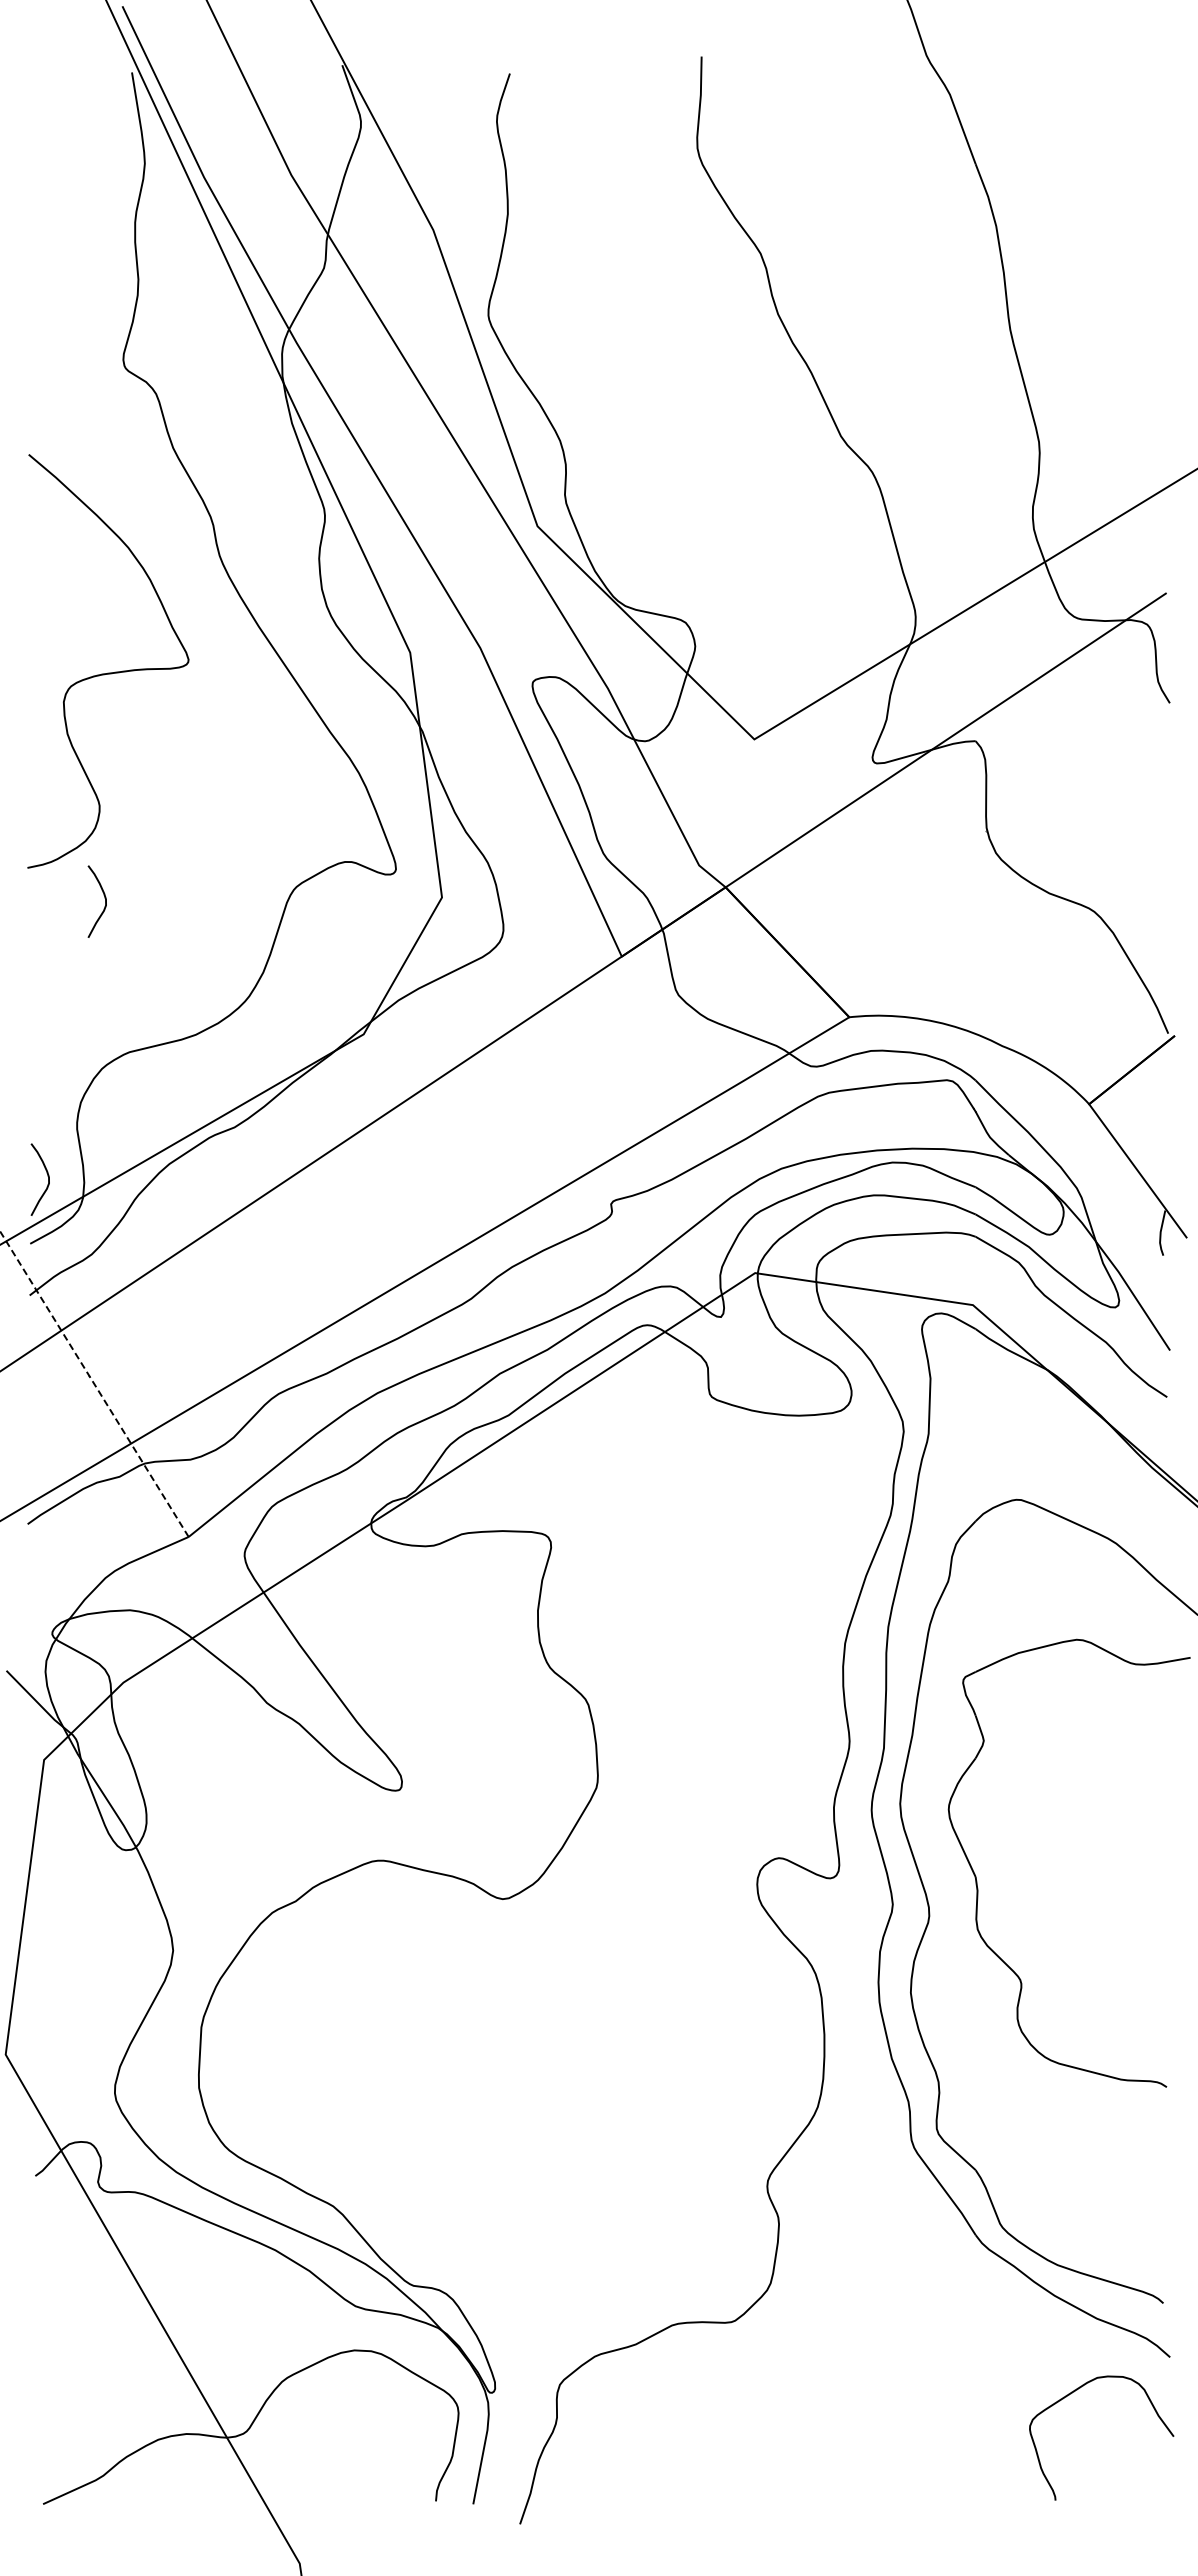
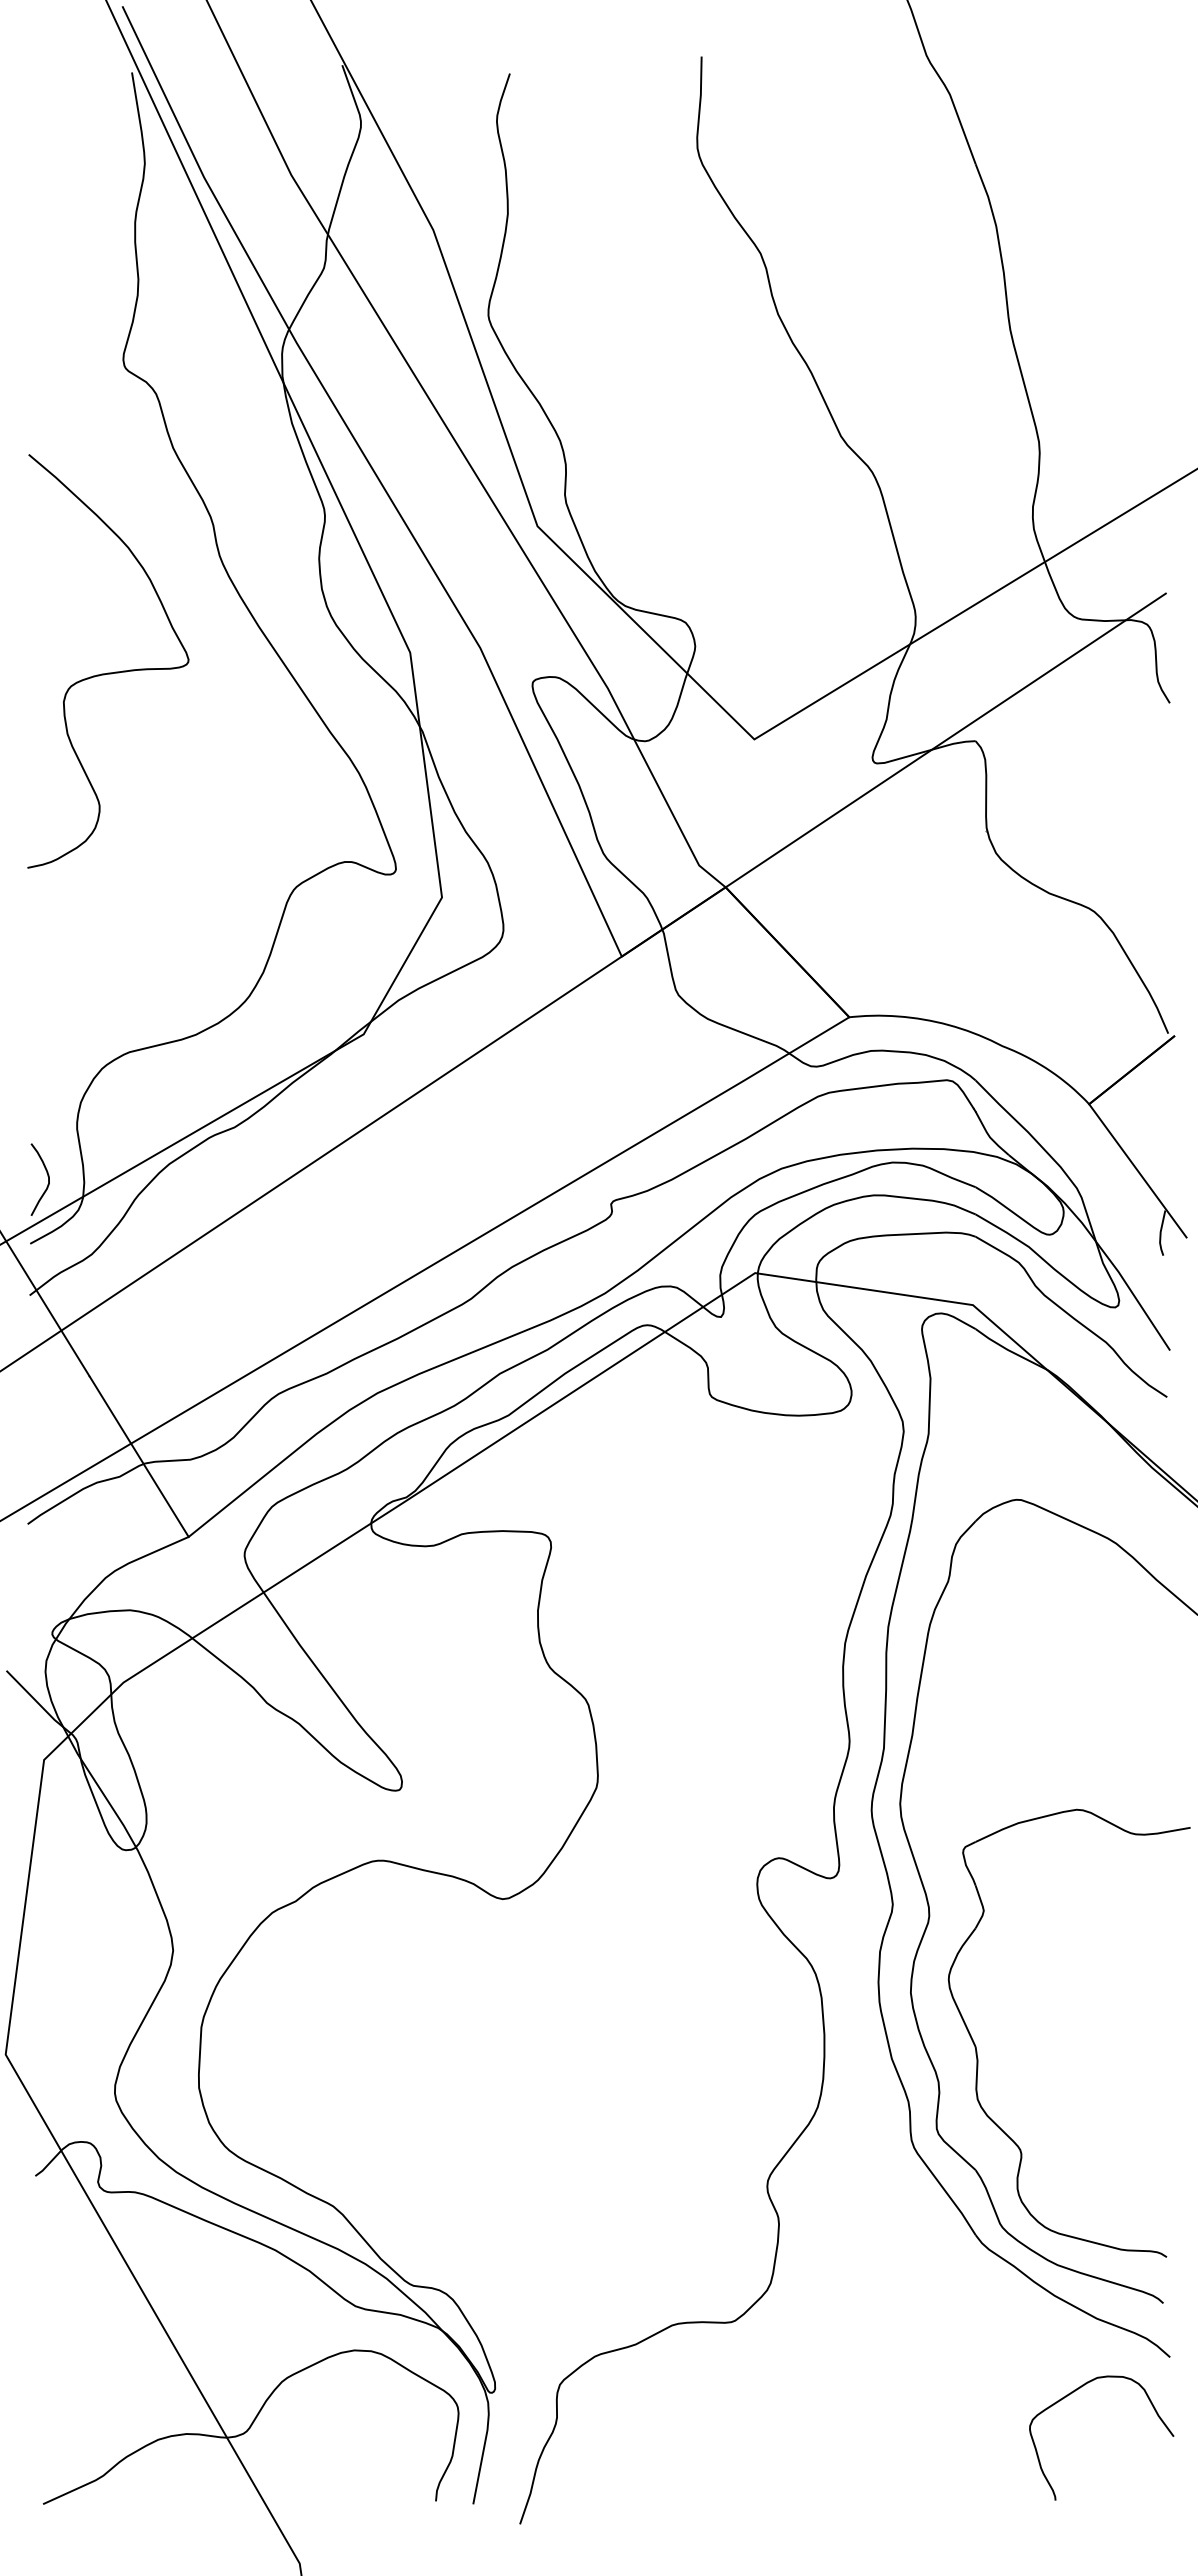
curve at (104, 898): present -> none
line at (94, 1383): dashed -> solid
part at (977, 1880) position: (977, 1880) -> (977, 2050)
